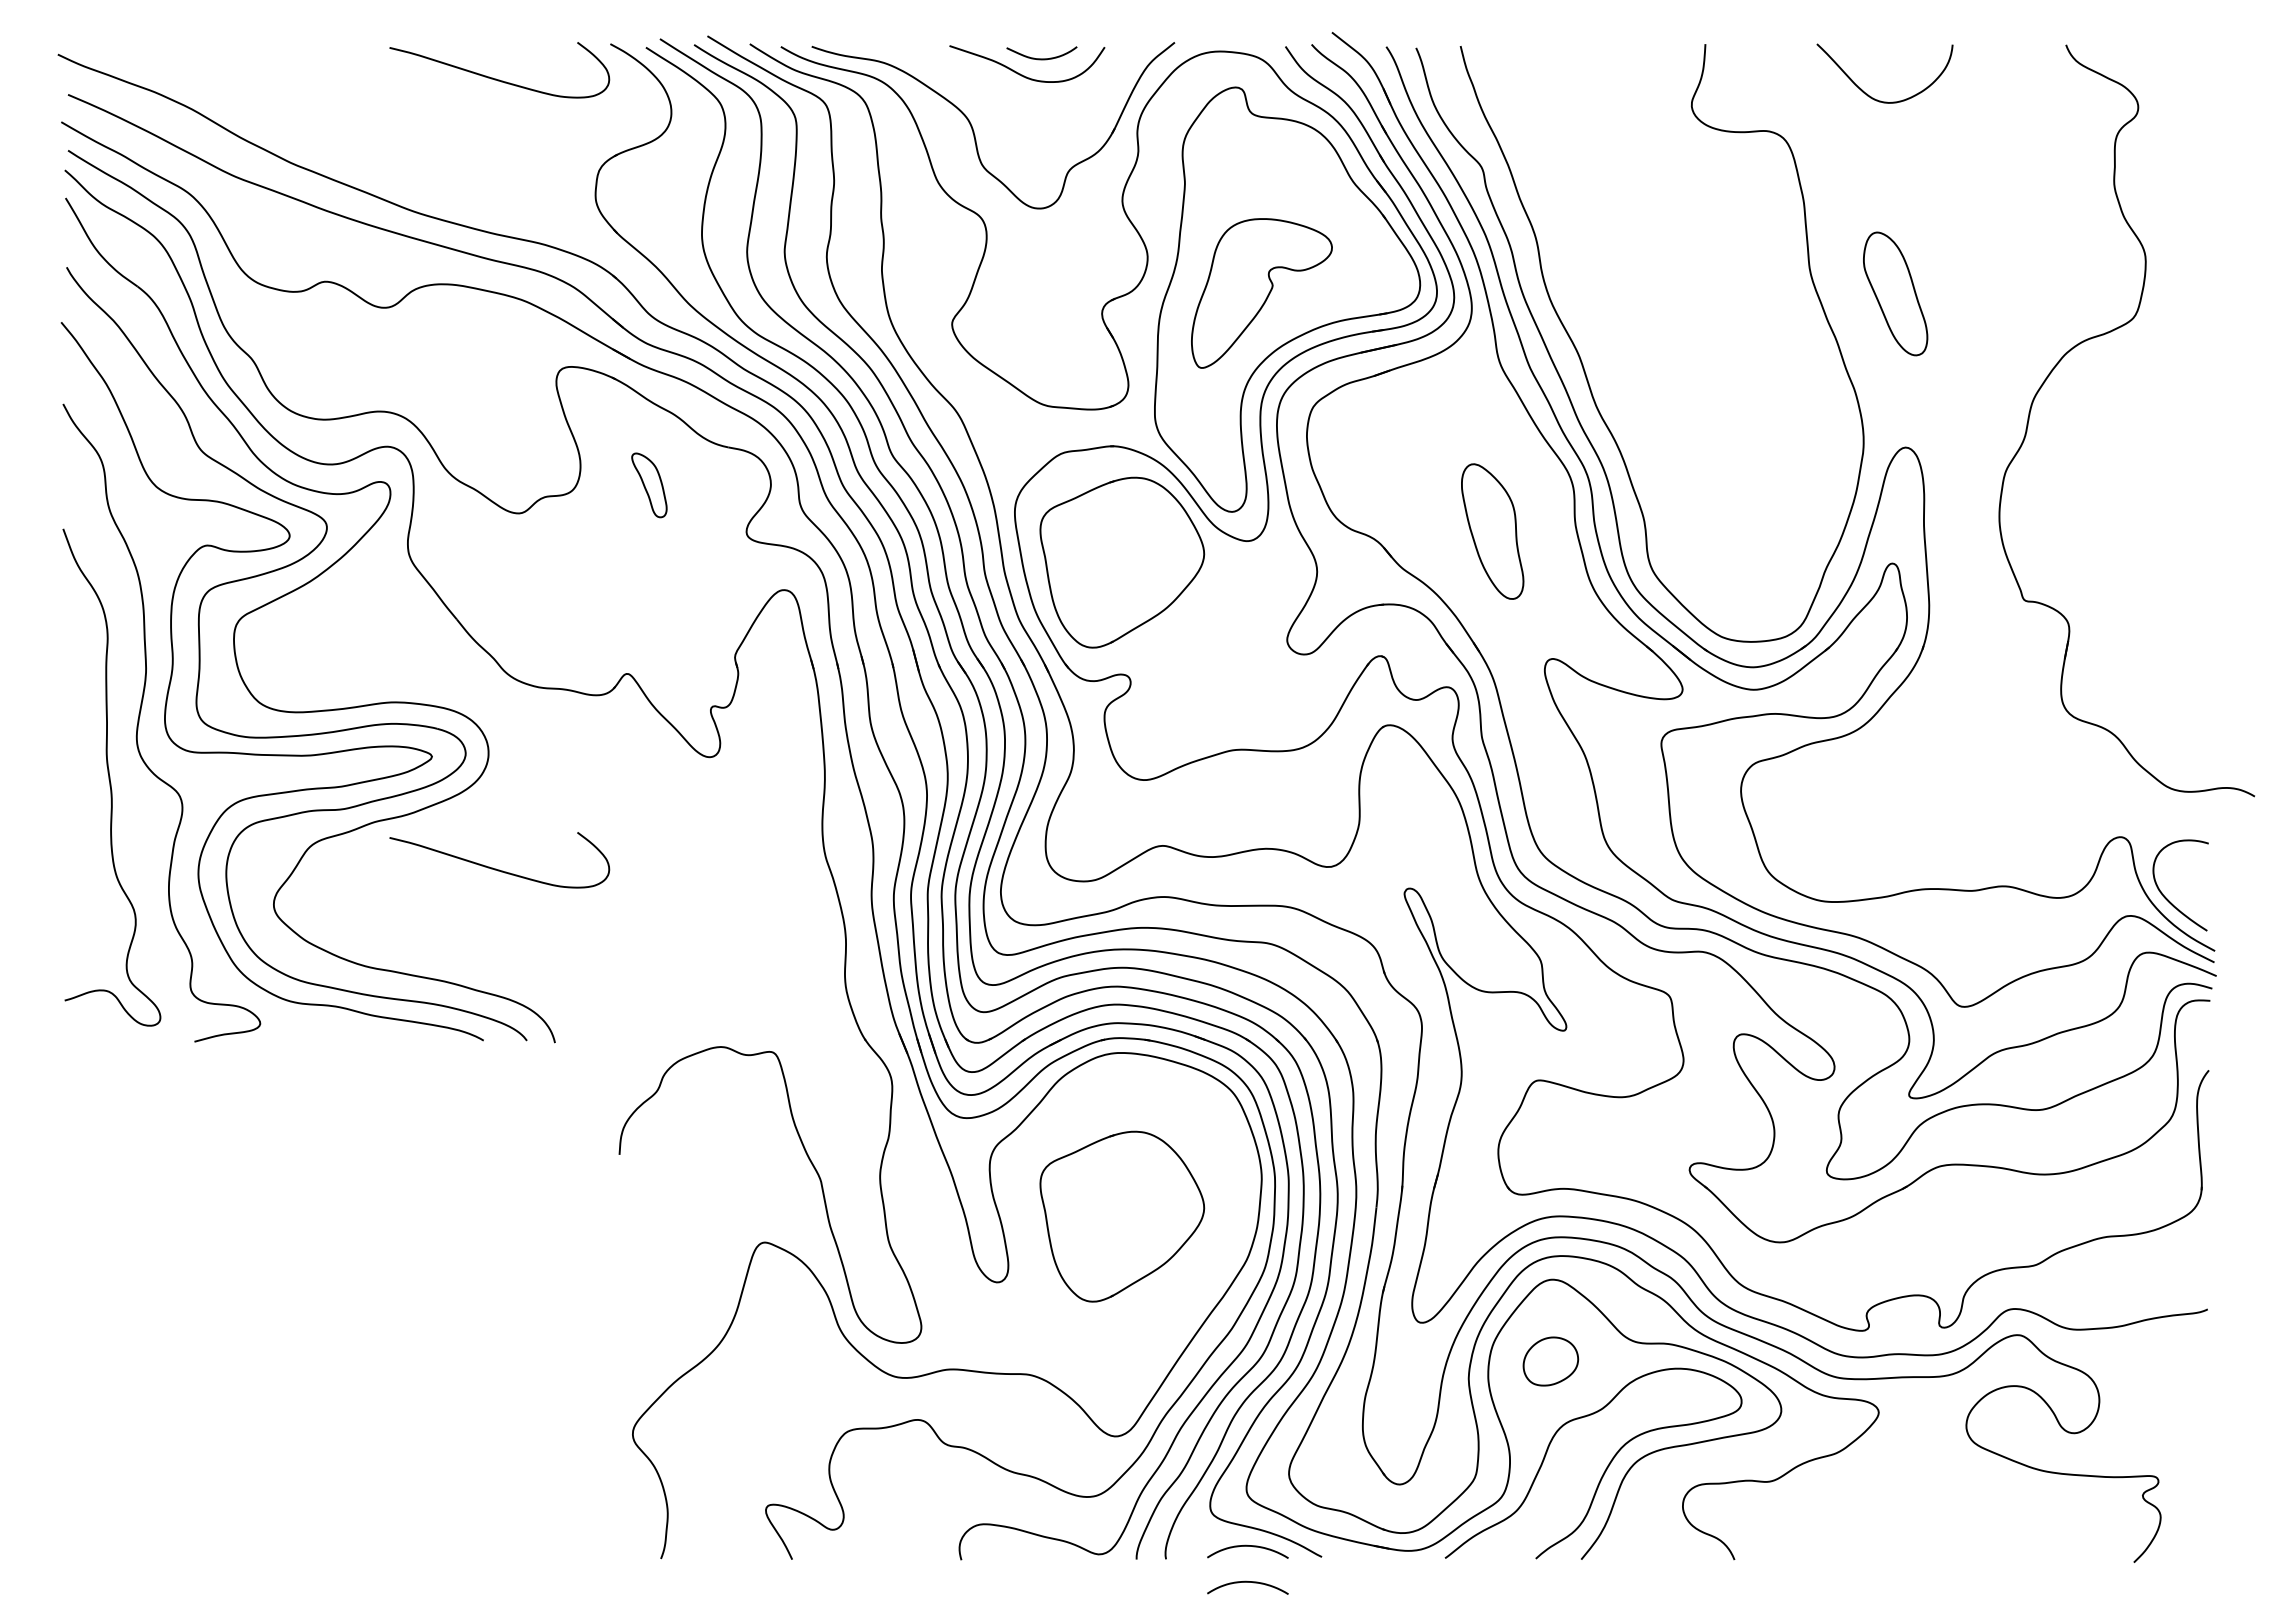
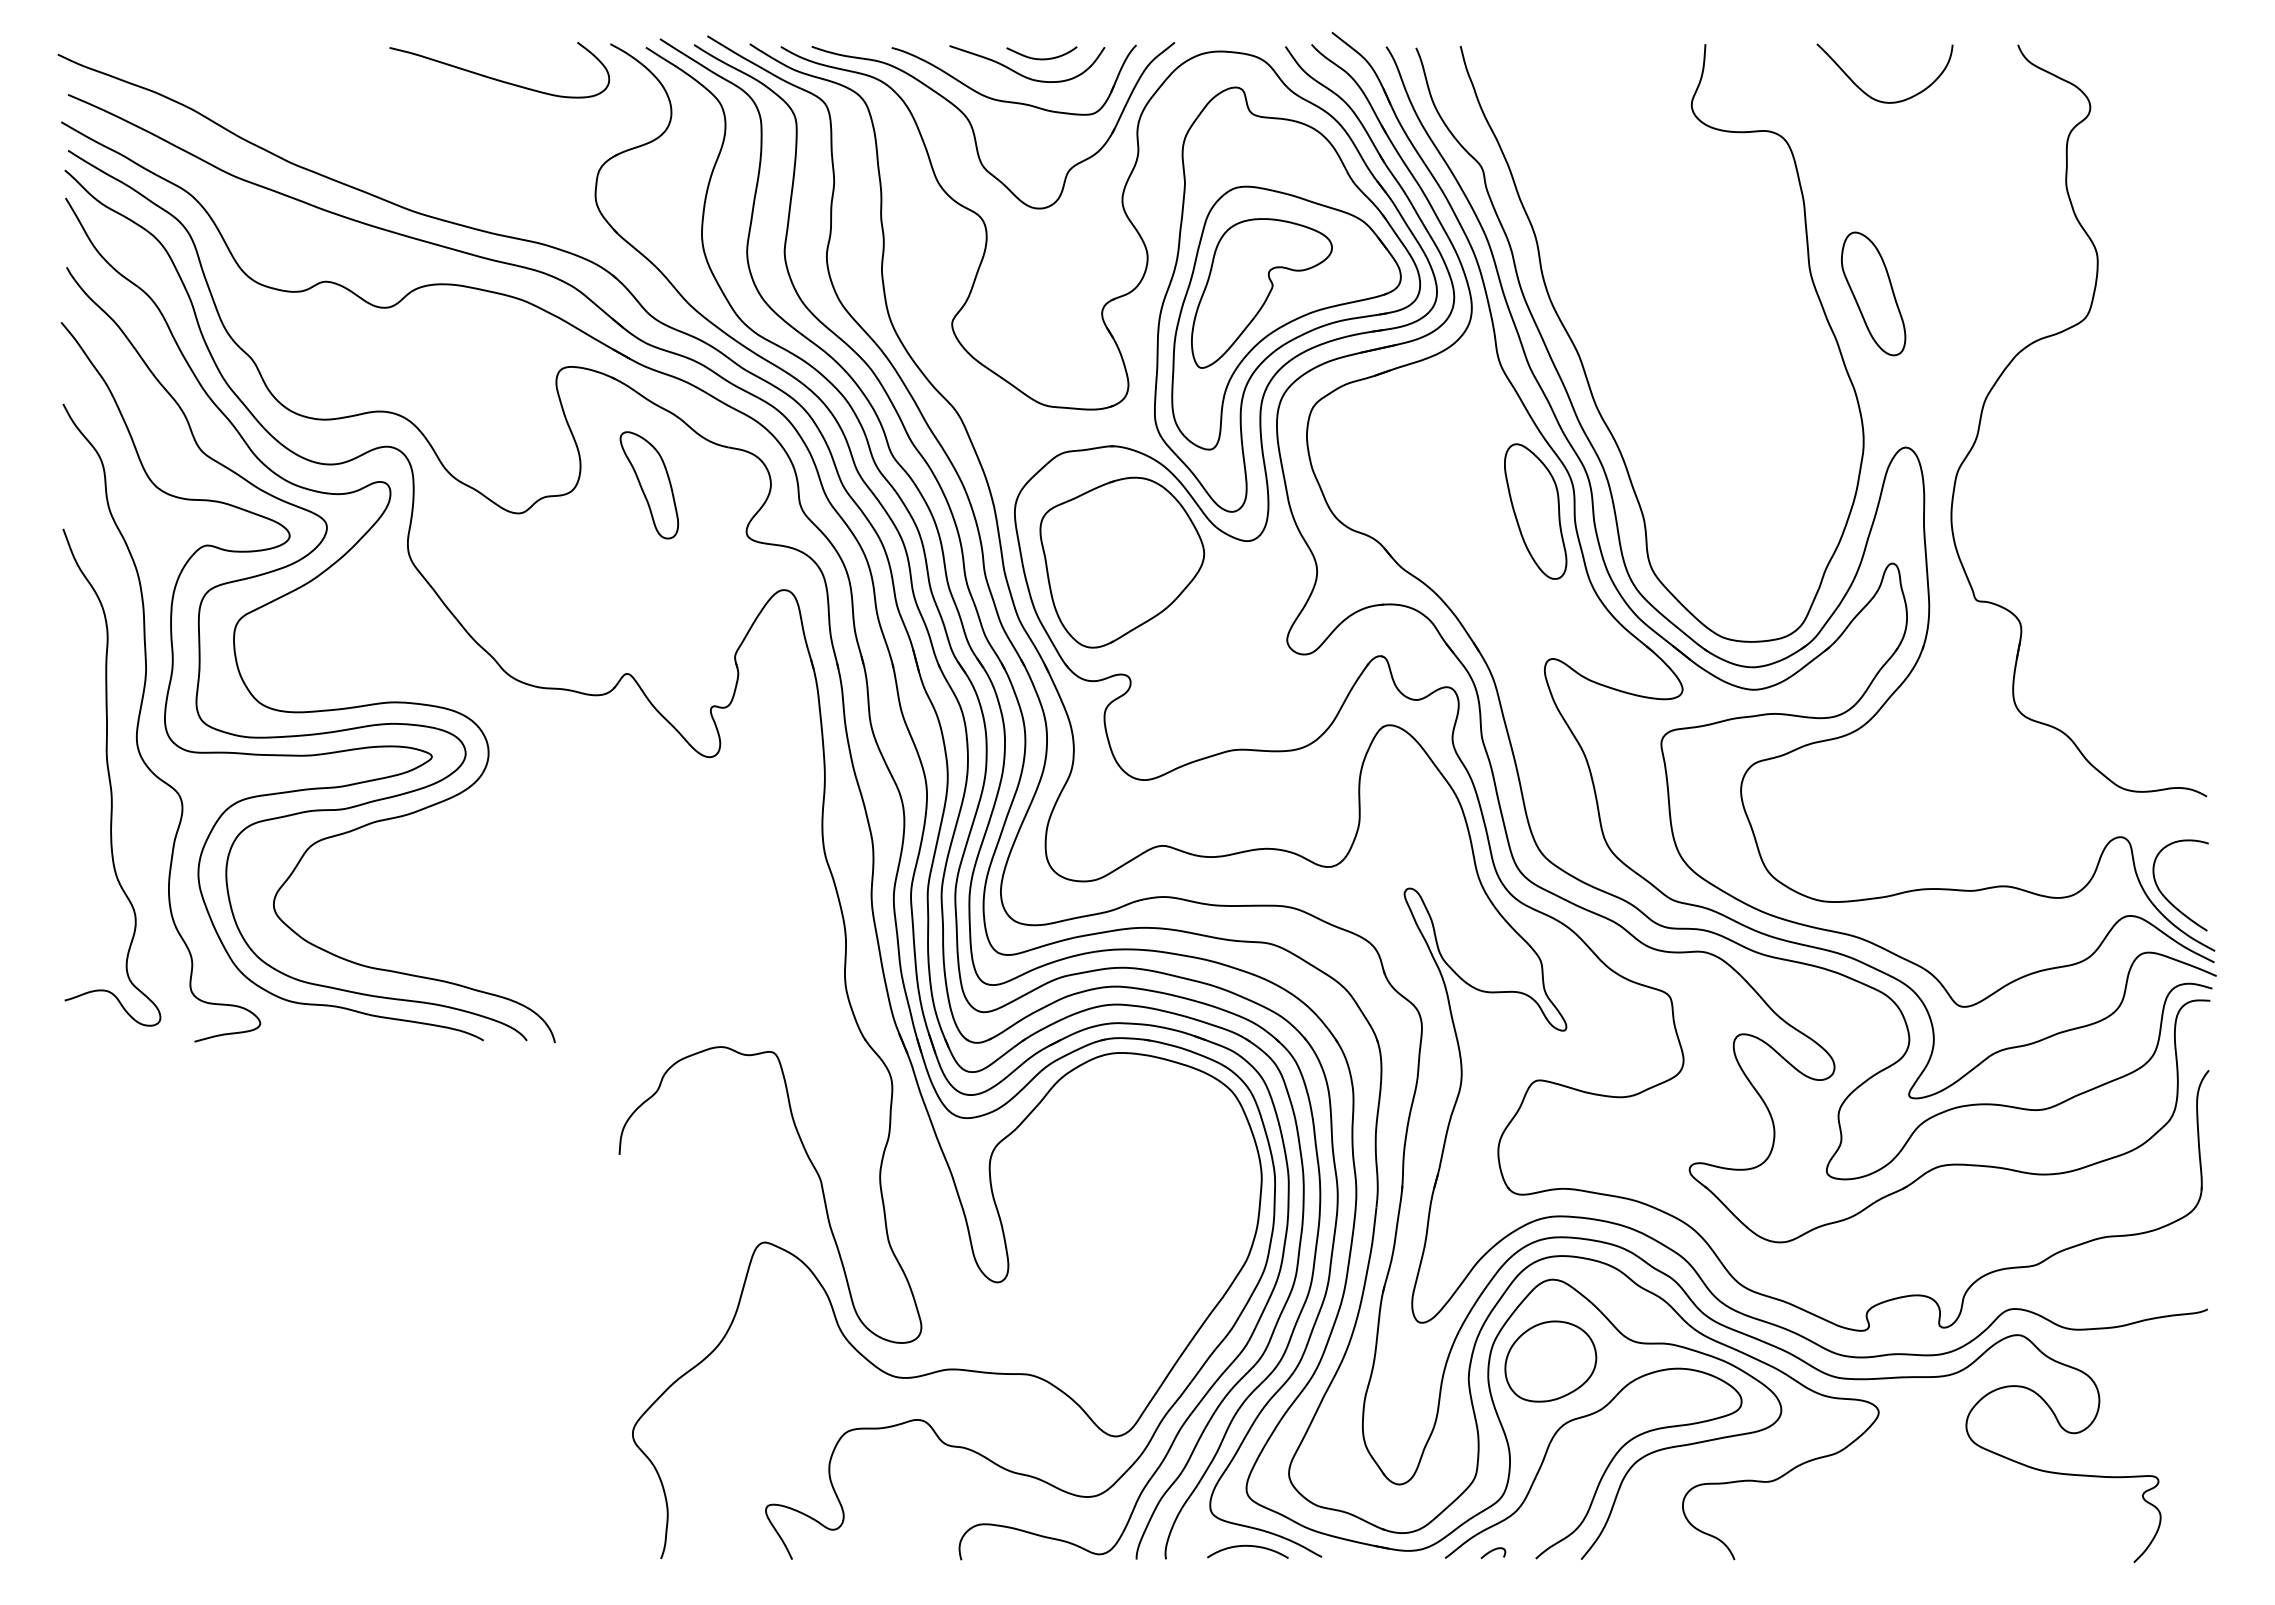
part at (1013, 101): none -> present
part at (1895, 293) position: (1895, 293) -> (1873, 293)
part at (1286, 317): none -> present
part at (2097, 337) position: (2097, 337) -> (2049, 337)
part at (649, 485) size: 37x67 px -> 61x109 px
part at (1492, 531) position: (1492, 531) -> (1535, 511)
curve at (496, 868): present -> none
part at (1122, 1216): present -> none
part at (1550, 1361) size: 58x51 px -> 94x83 px
curve at (1492, 1551): none -> present
curve at (1247, 1582): present -> none
